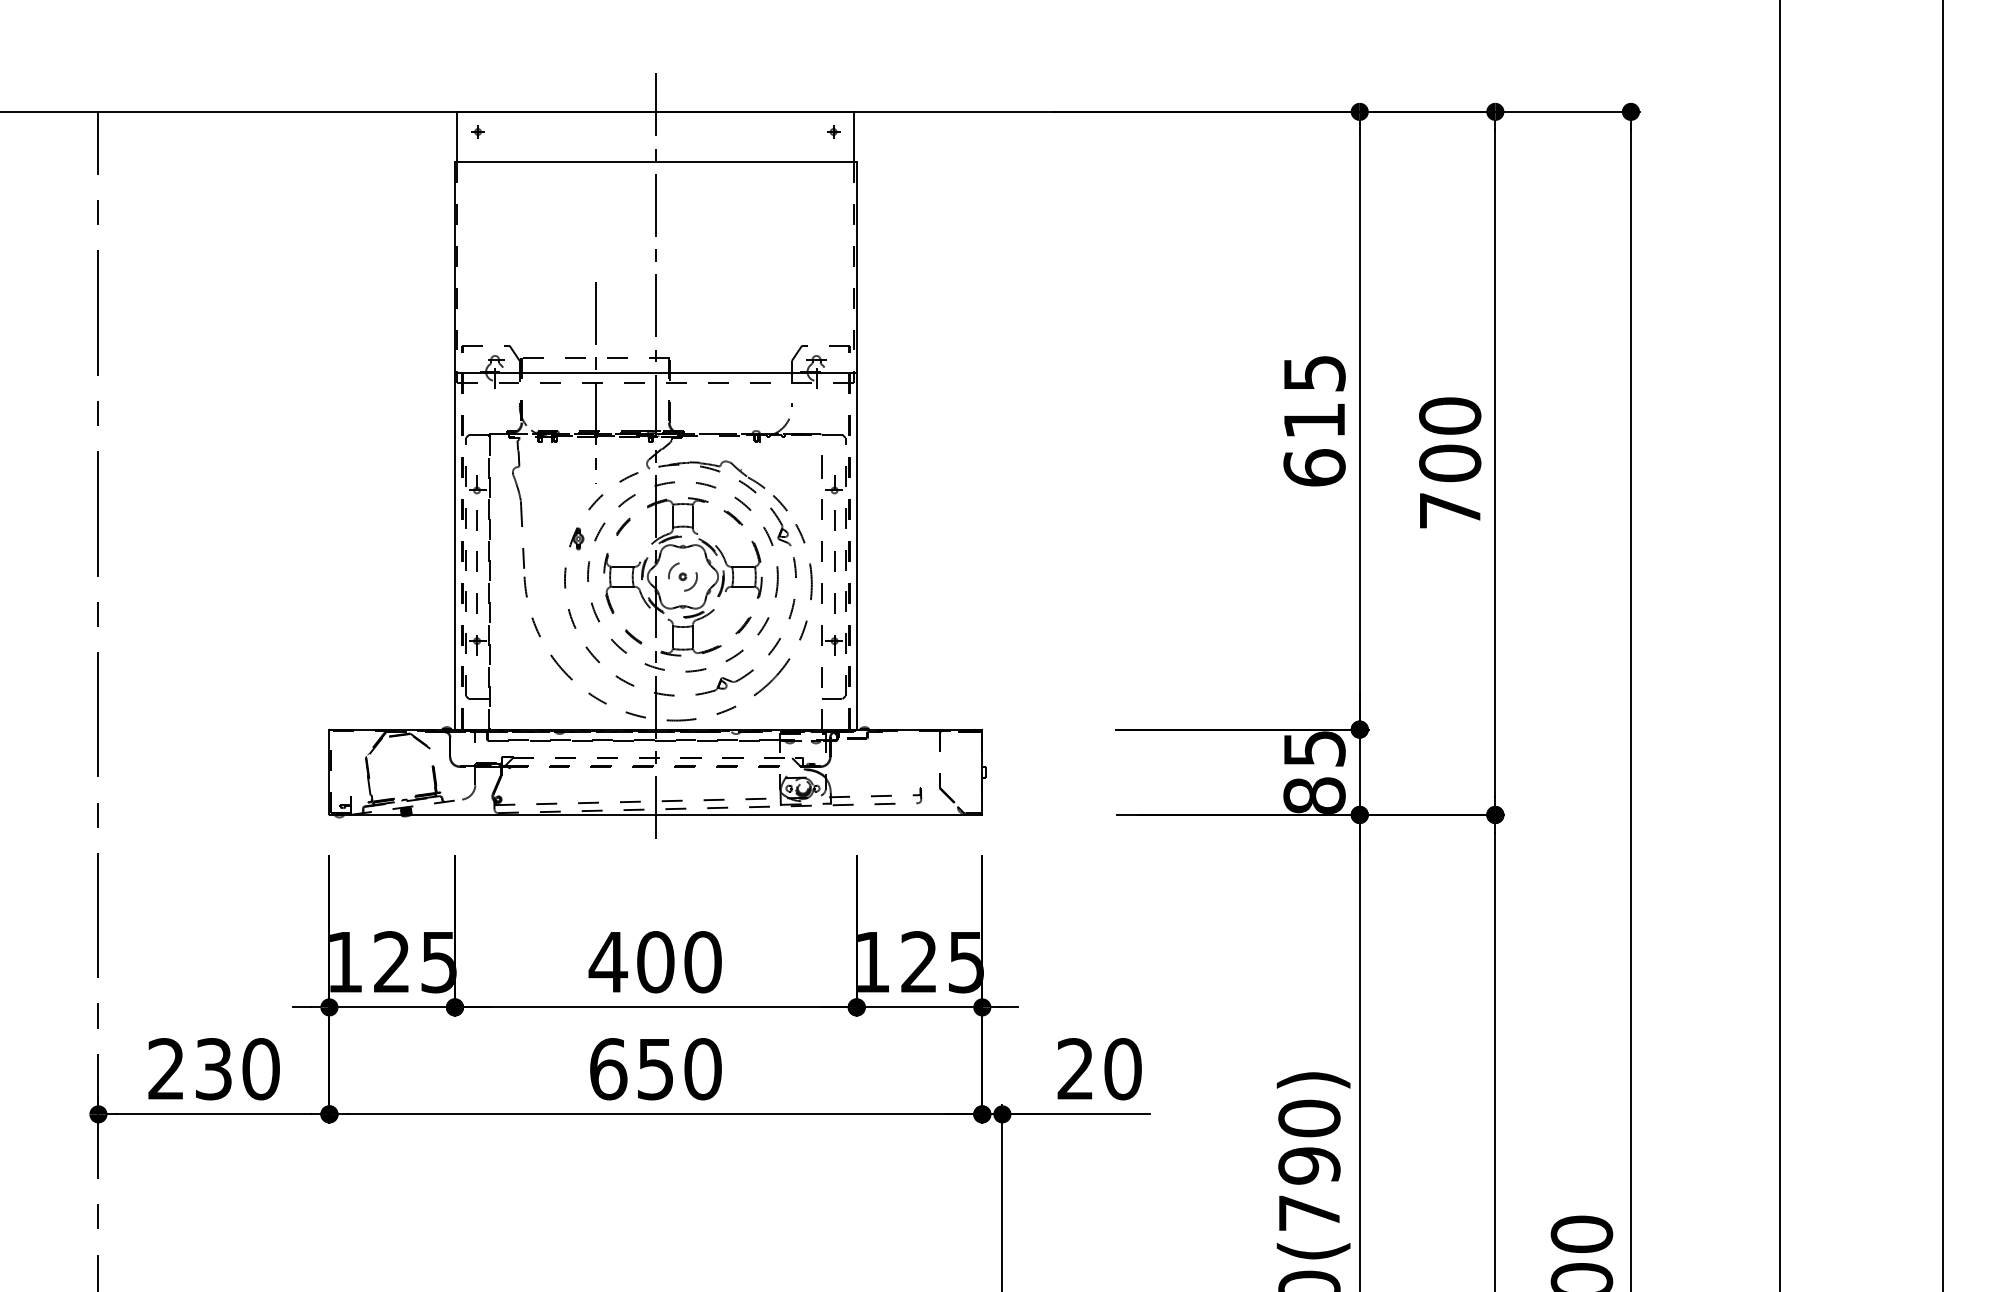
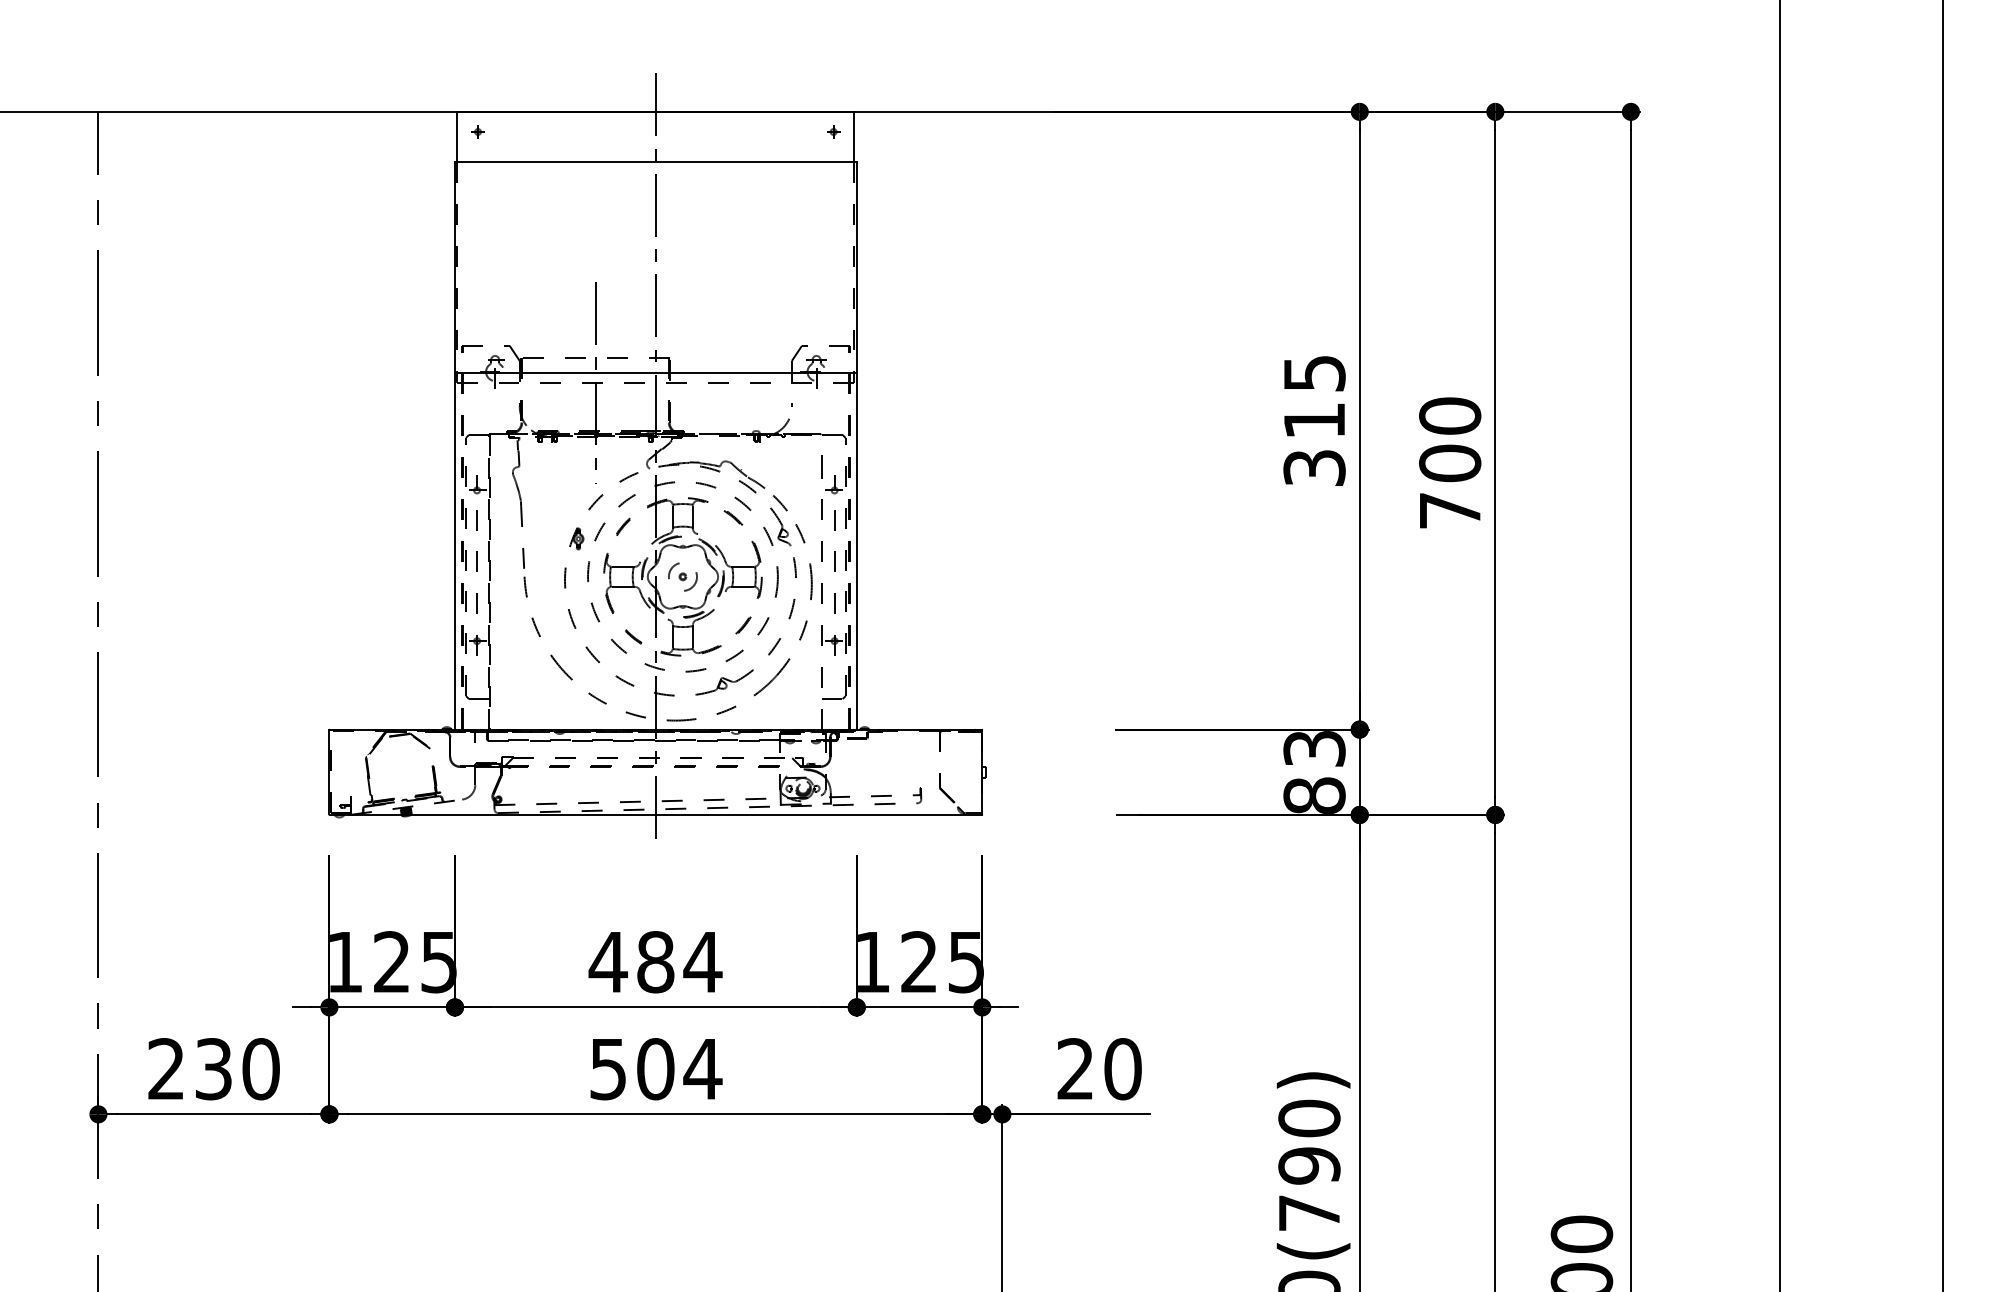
text at (1314, 467): 615 -> 315
text at (1314, 748): 85 -> 83
text at (679, 962): 400 -> 484
text at (656, 1069): 650 -> 504
